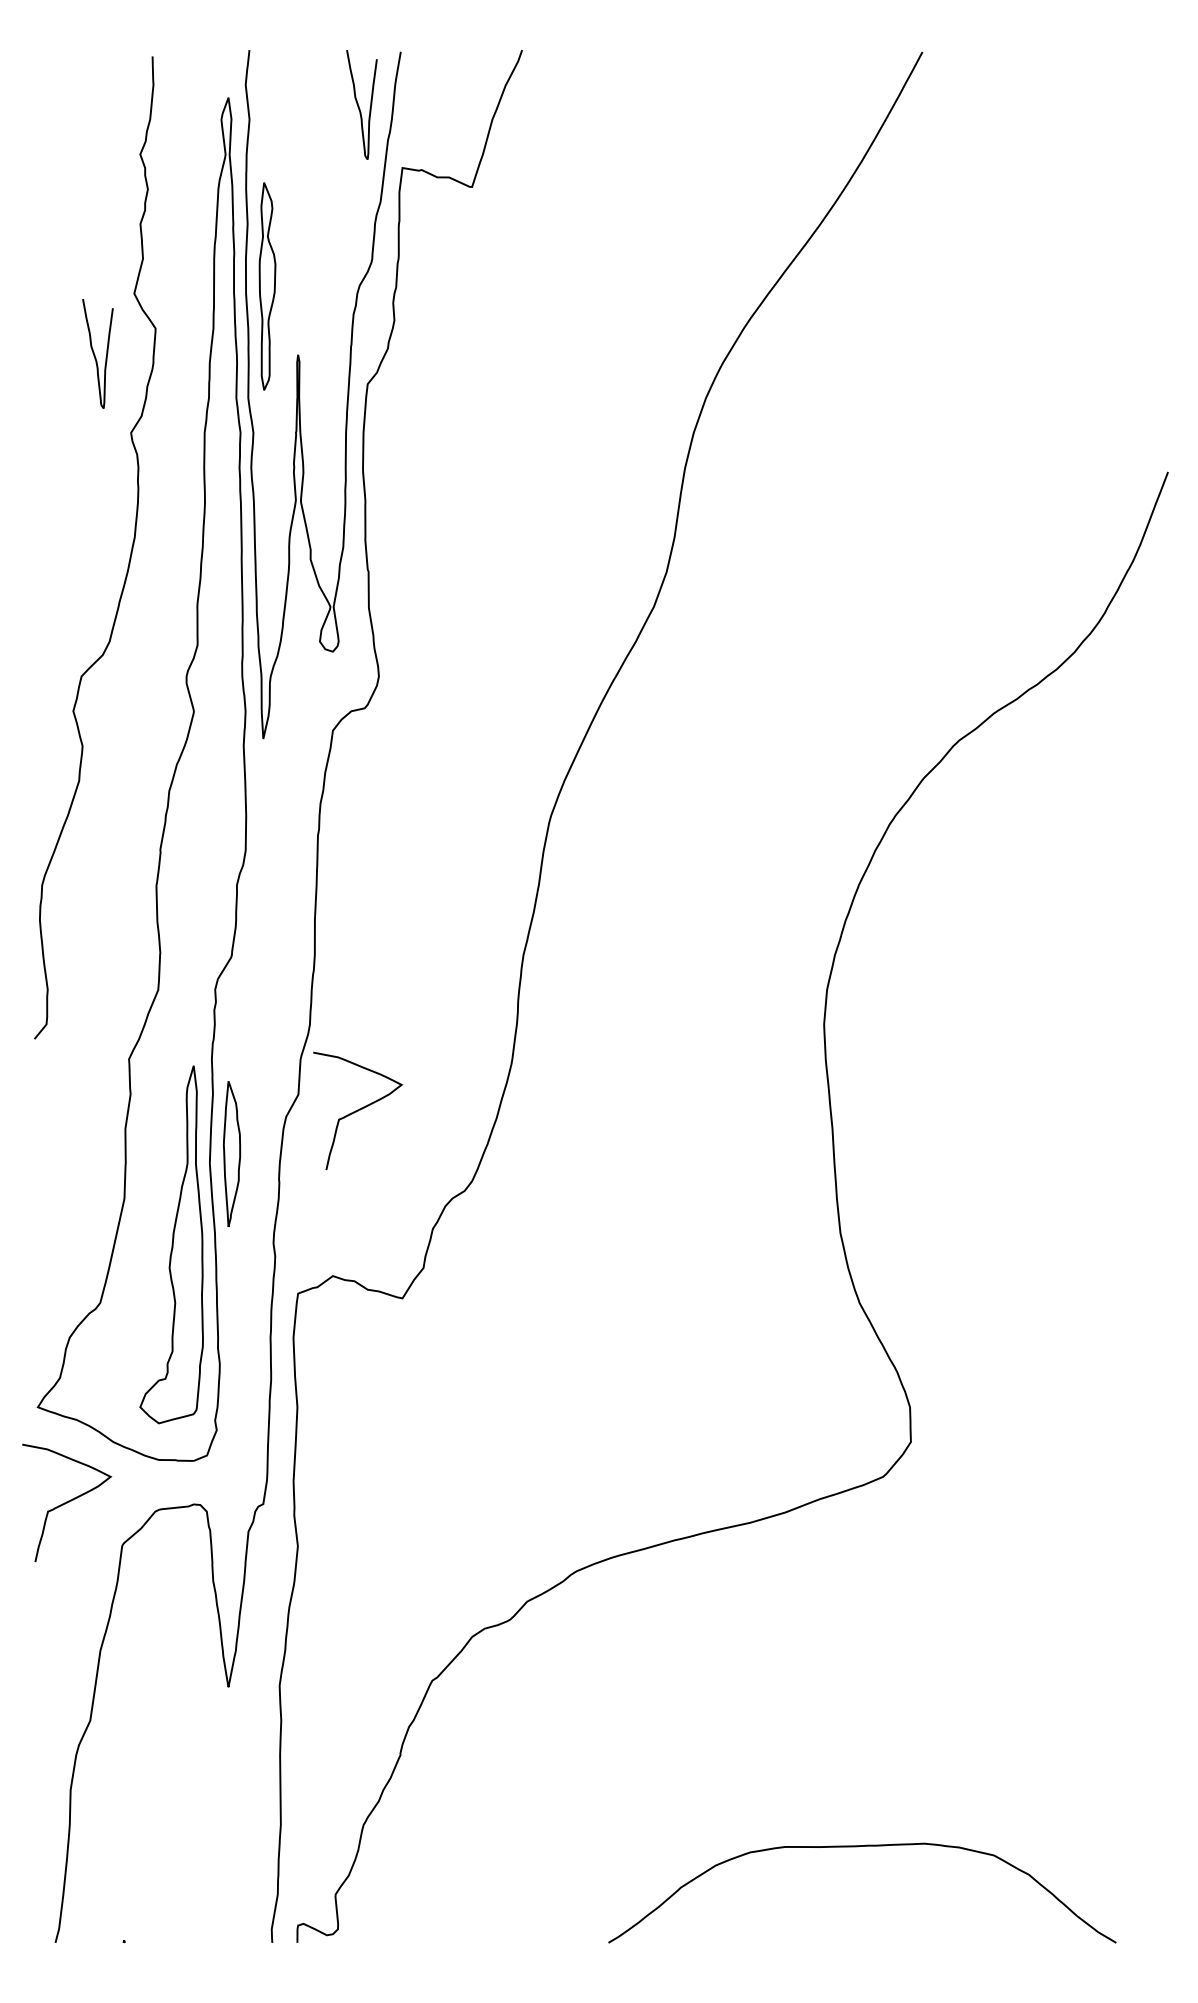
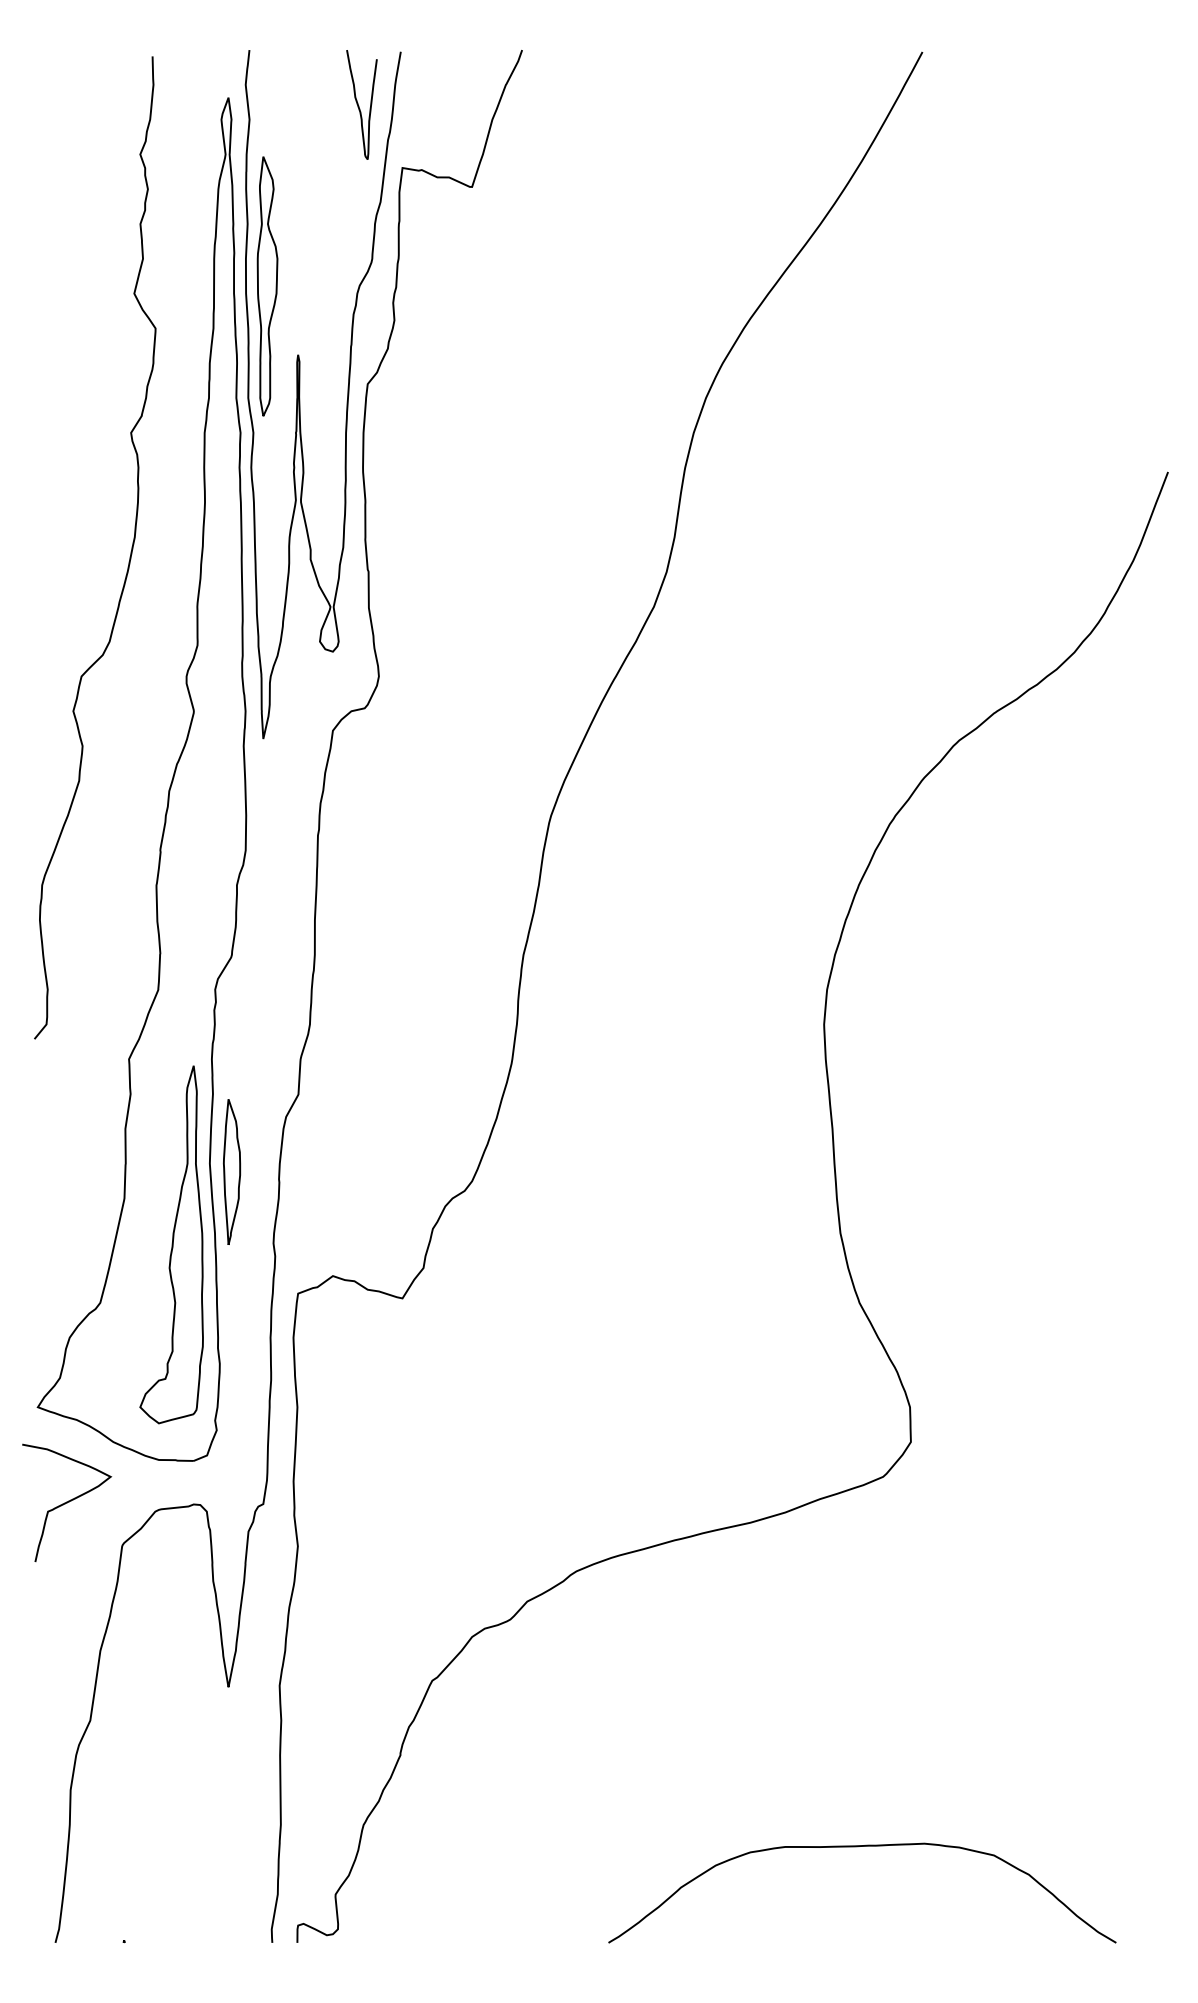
part at (267, 286) size: 19x209 px -> 23x261 px
curve at (95, 355): present -> none
curve at (358, 1110): present -> none
part at (232, 1153) position: (232, 1153) -> (232, 1171)
